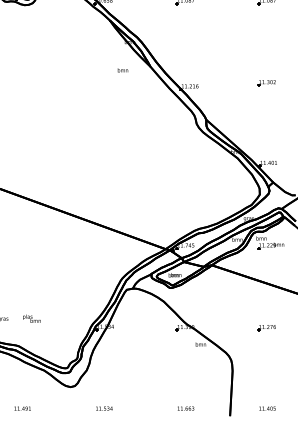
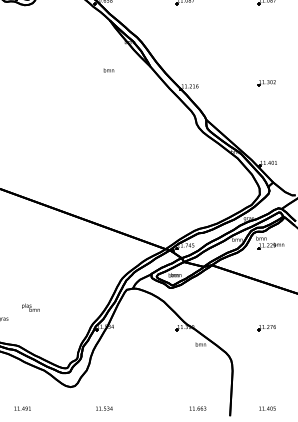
text at (122, 70) position: (122, 70) -> (108, 70)
text at (31, 318) position: (31, 318) -> (30, 307)
text at (185, 408) position: (185, 408) -> (197, 408)
